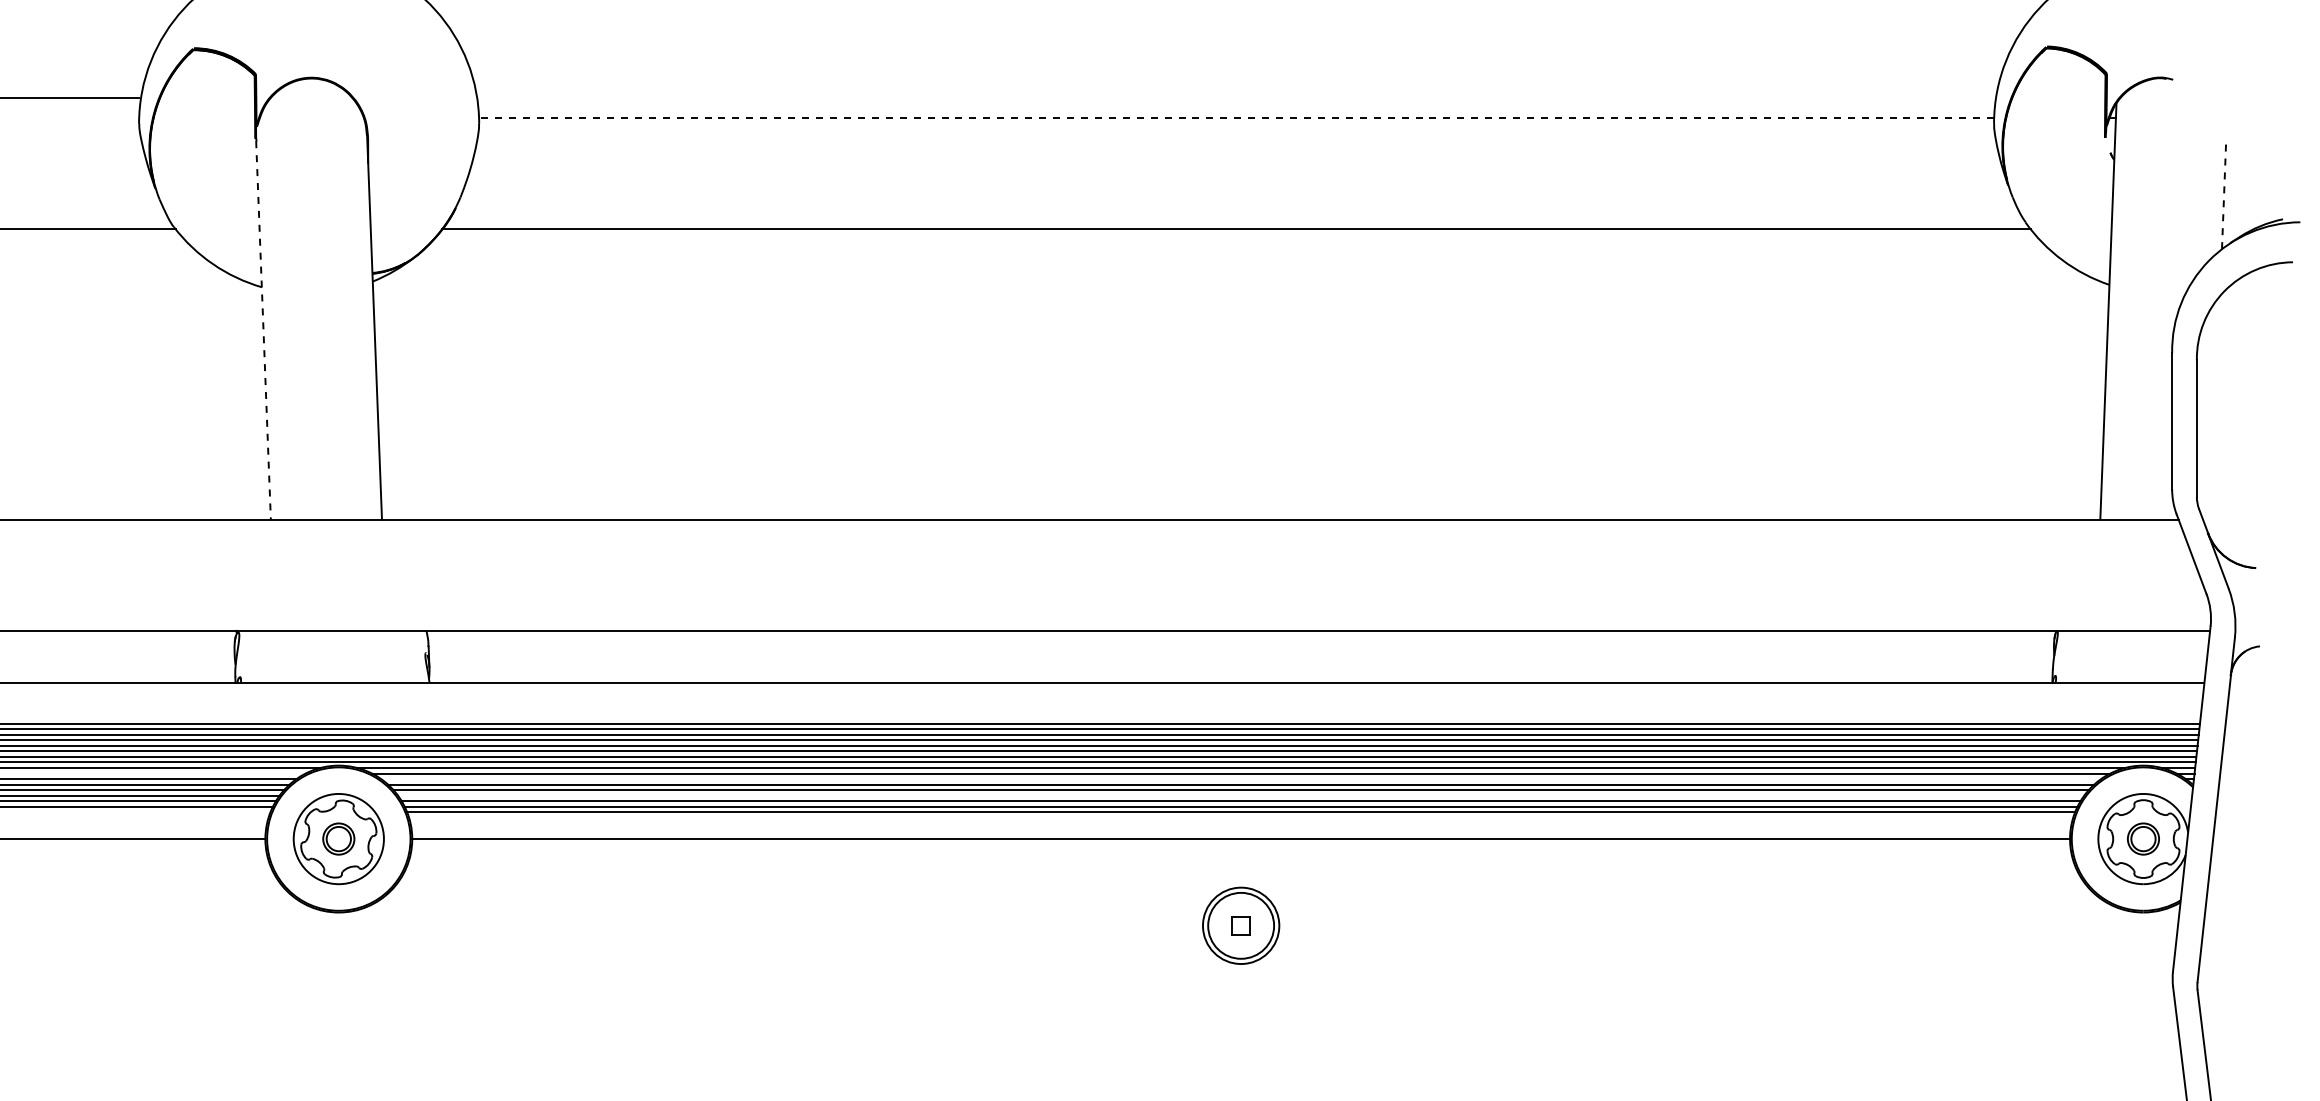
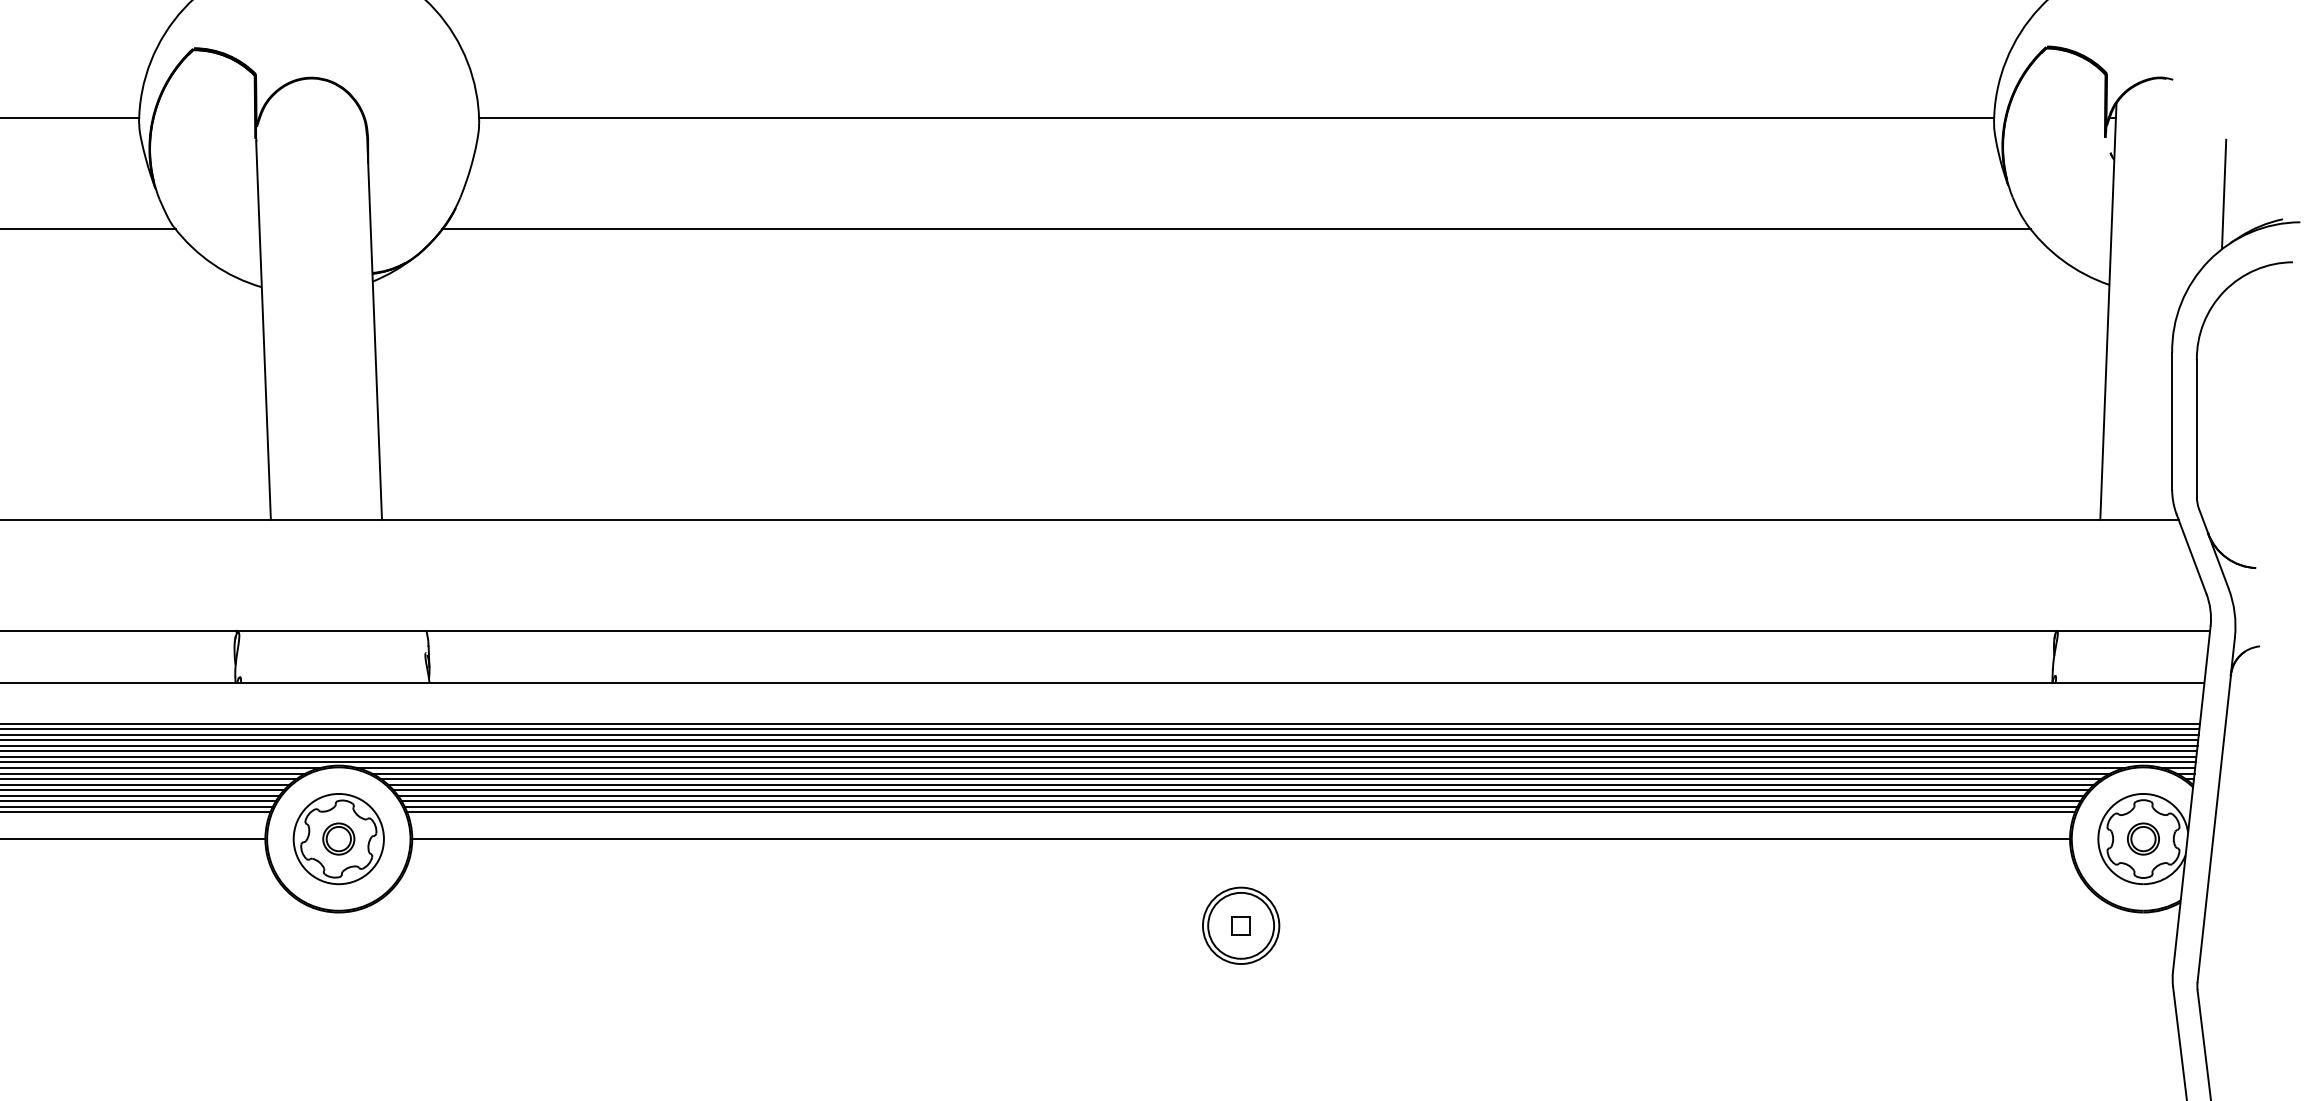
line at (70, 98) position: (70, 98) -> (70, 118)
line at (1236, 118): dashed -> solid
line at (2224, 194): dashed -> solid
line at (263, 331): dashed -> solid
line at (153, 773): none -> present
line at (1241, 779): none -> present
line at (1241, 795): none -> present
line at (136, 812): none -> present
